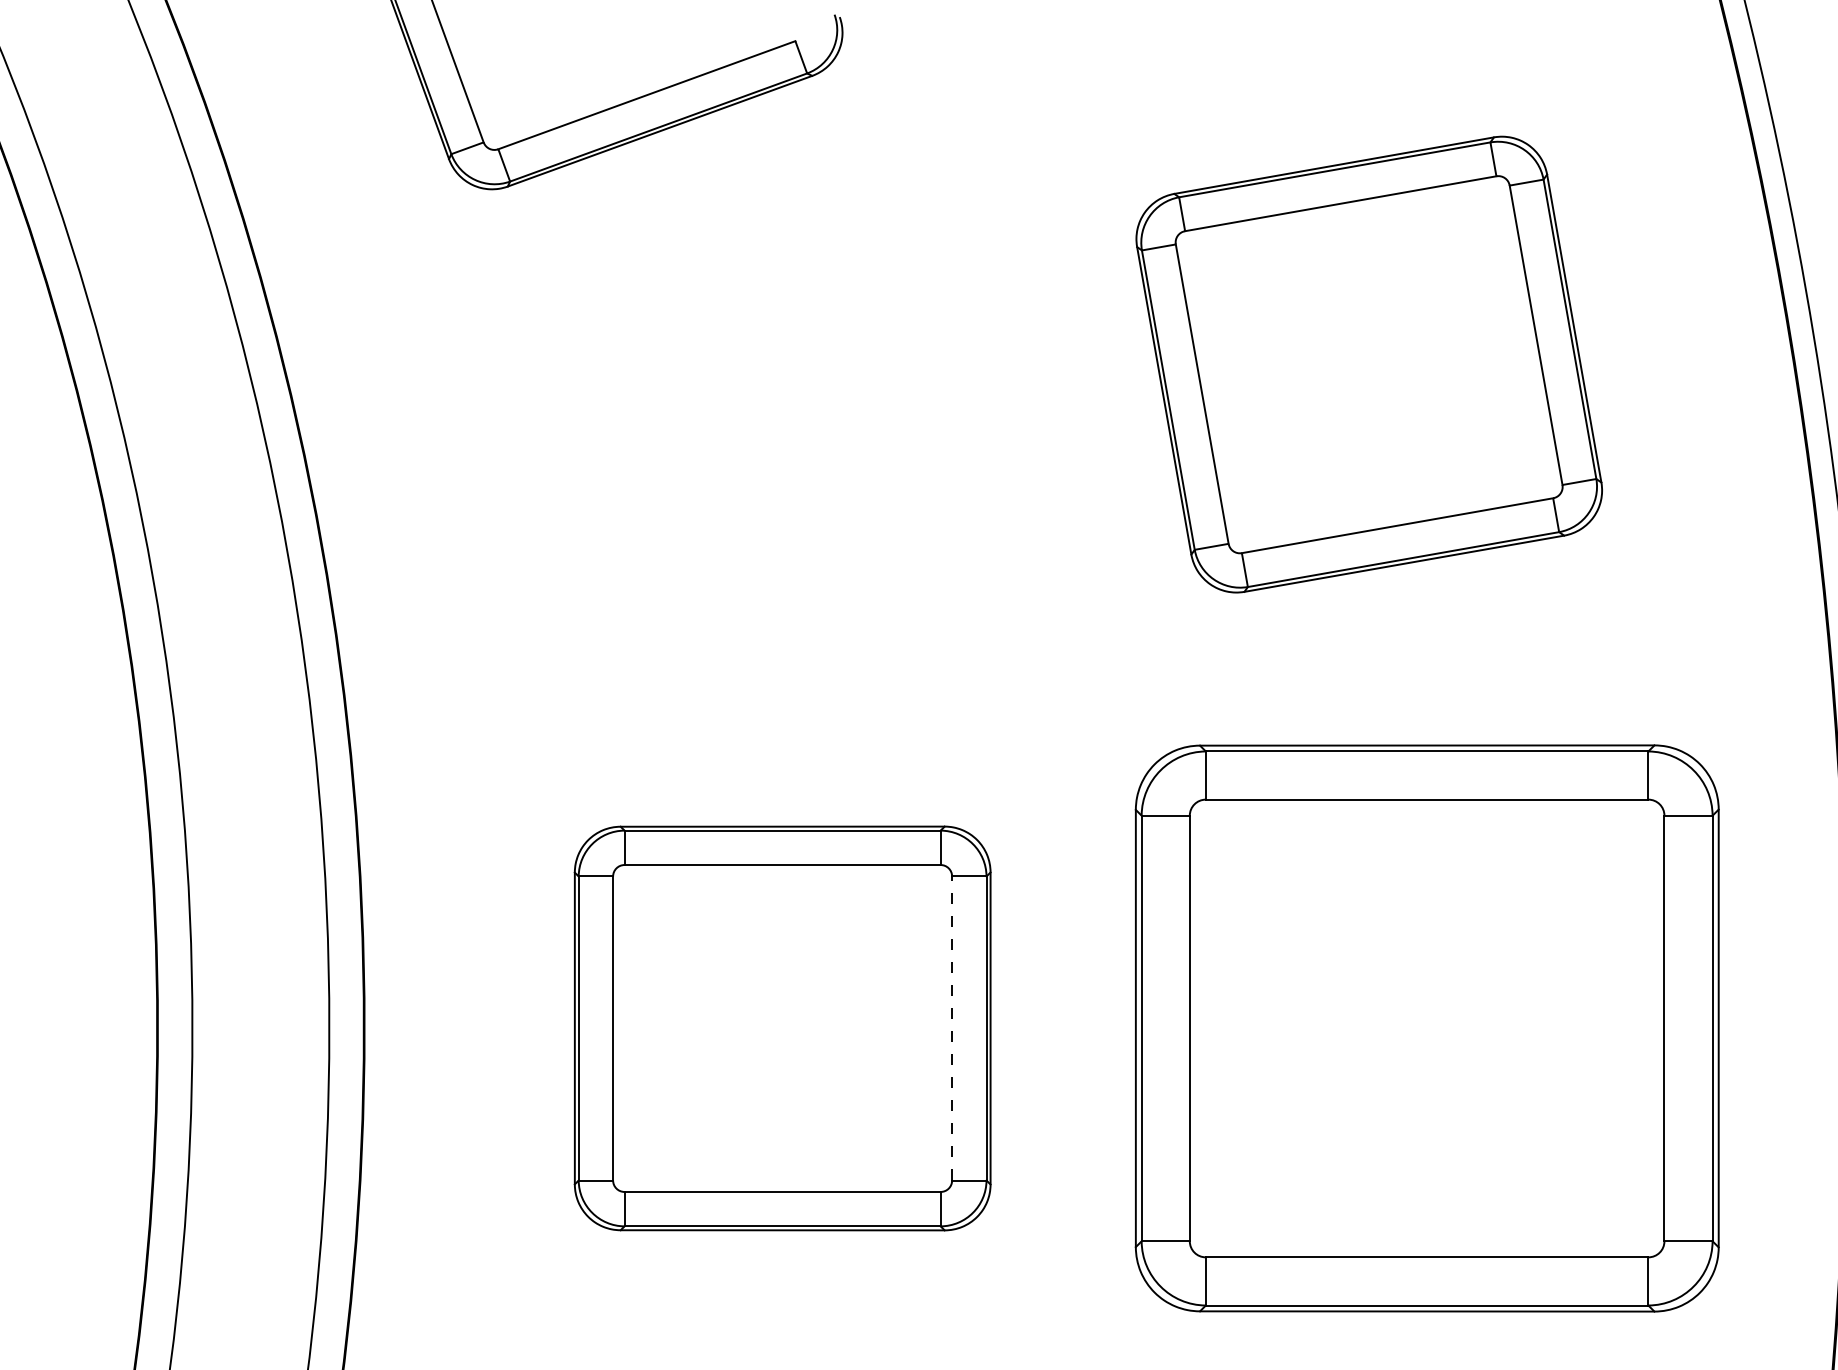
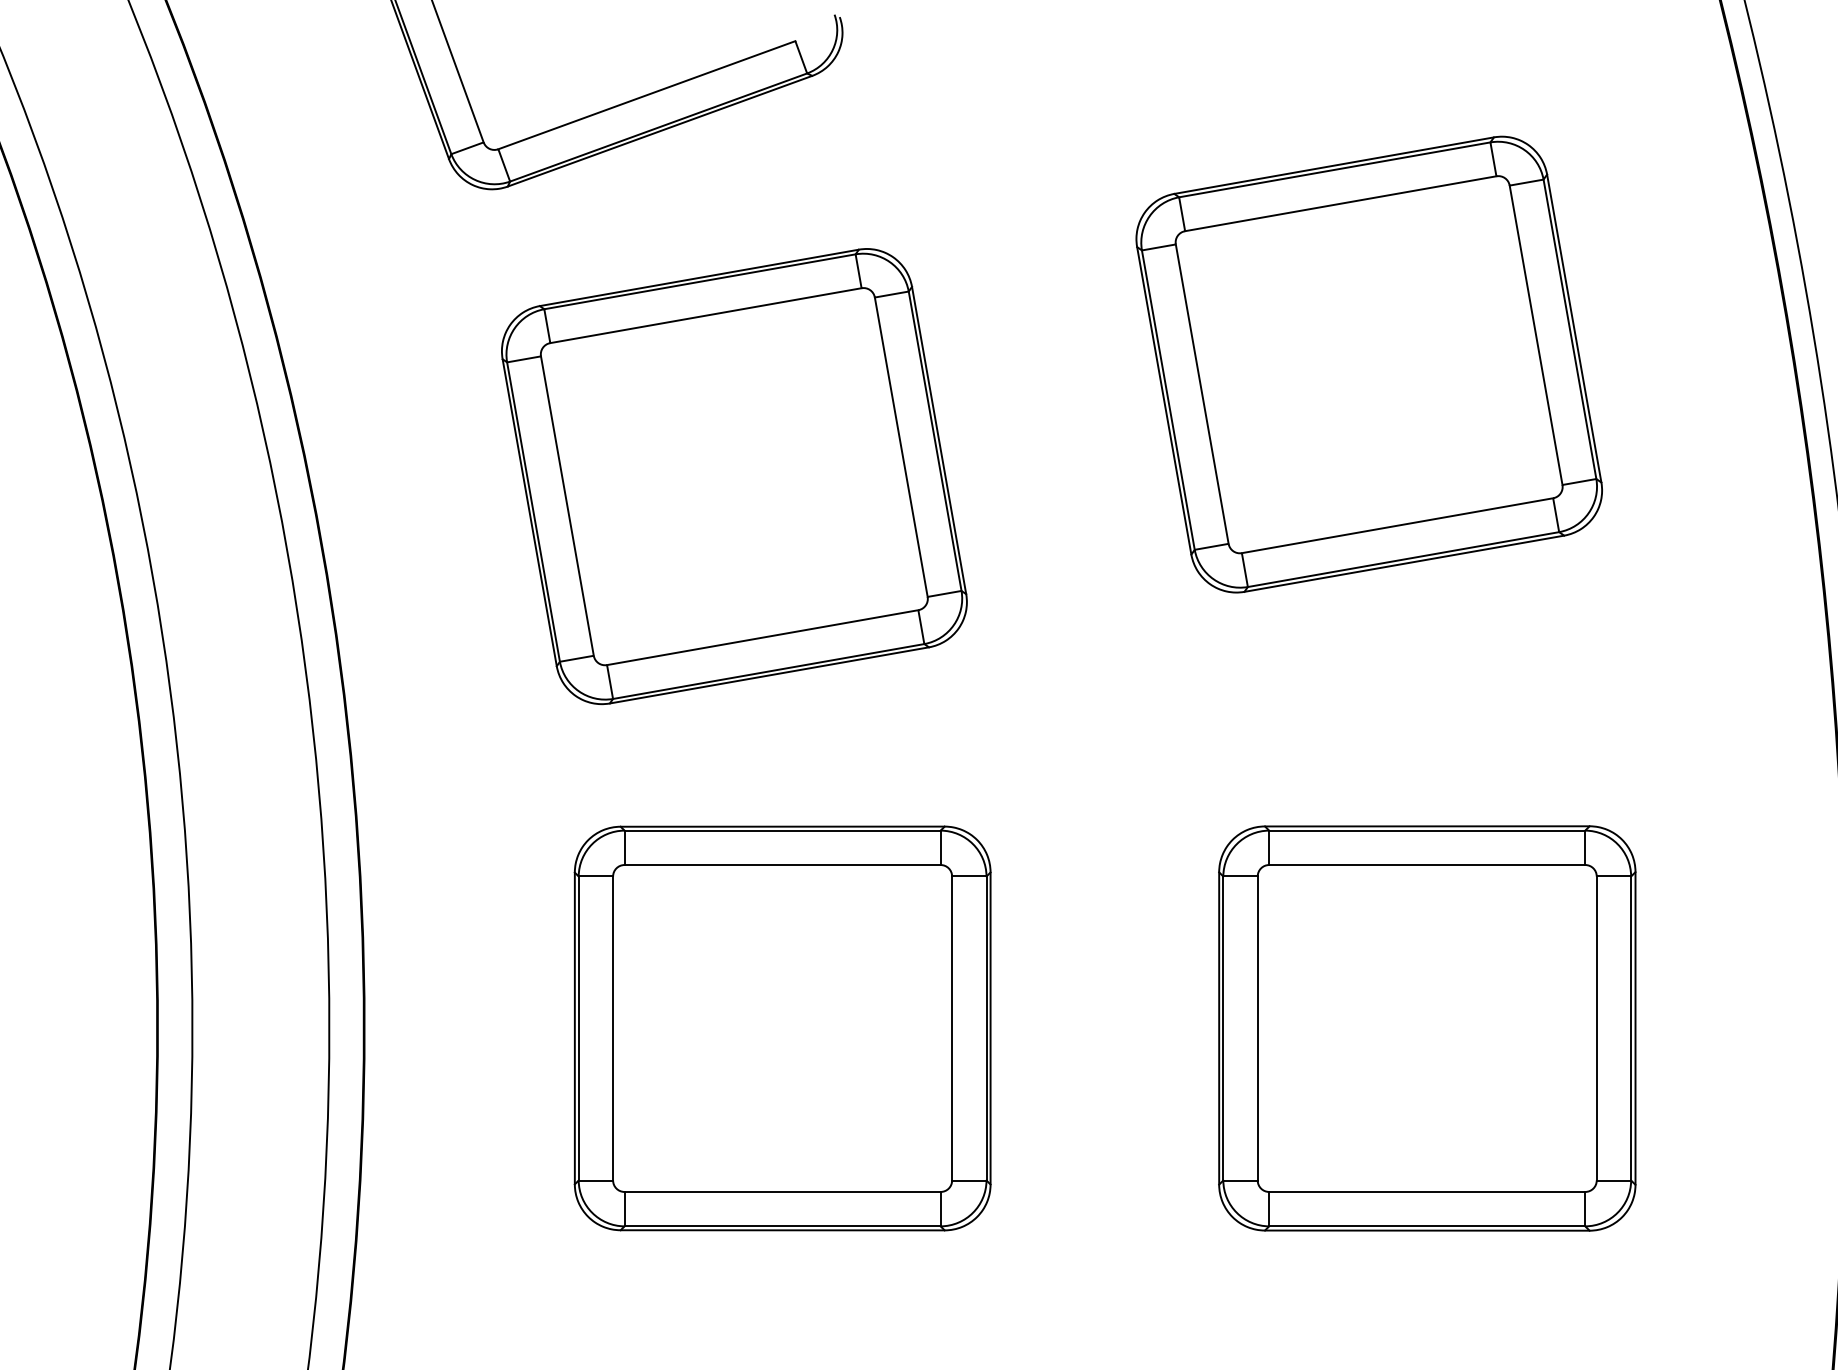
part at (734, 476): none -> present
line at (952, 1028): dashed -> solid
part at (1426, 1028) size: 586x569 px -> 419x407 px
